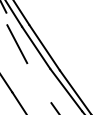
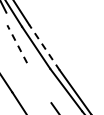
line at (17, 43): solid -> dashed
line at (44, 47): solid -> dashed
